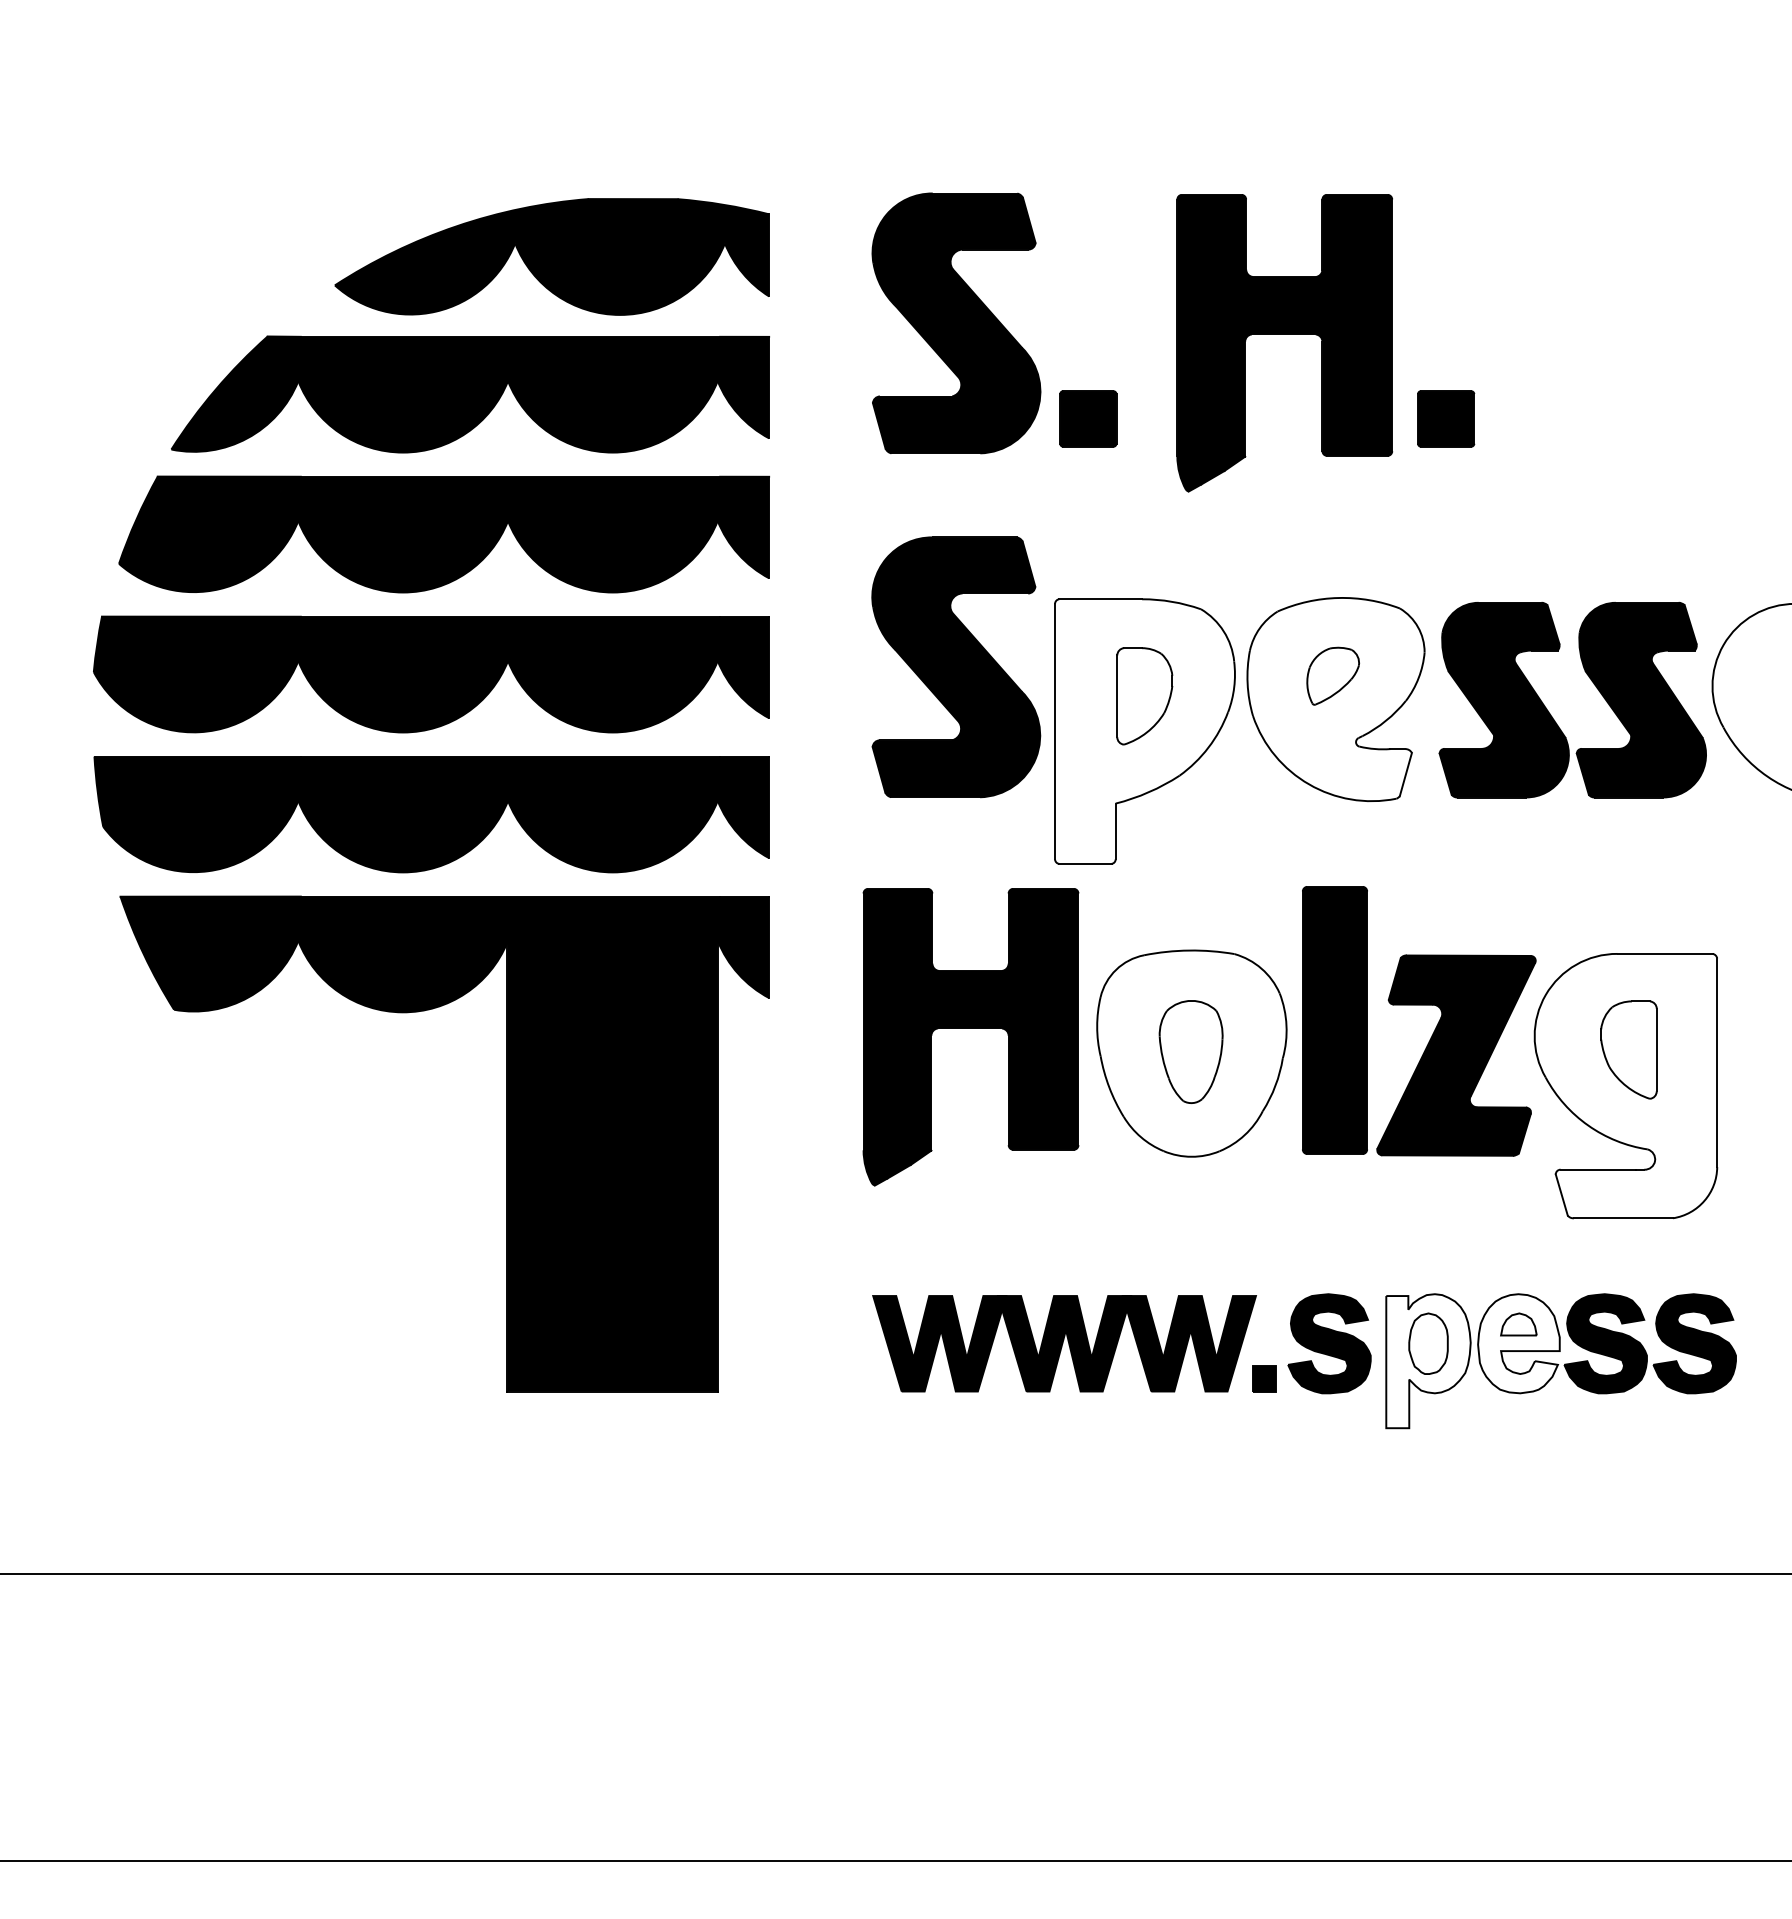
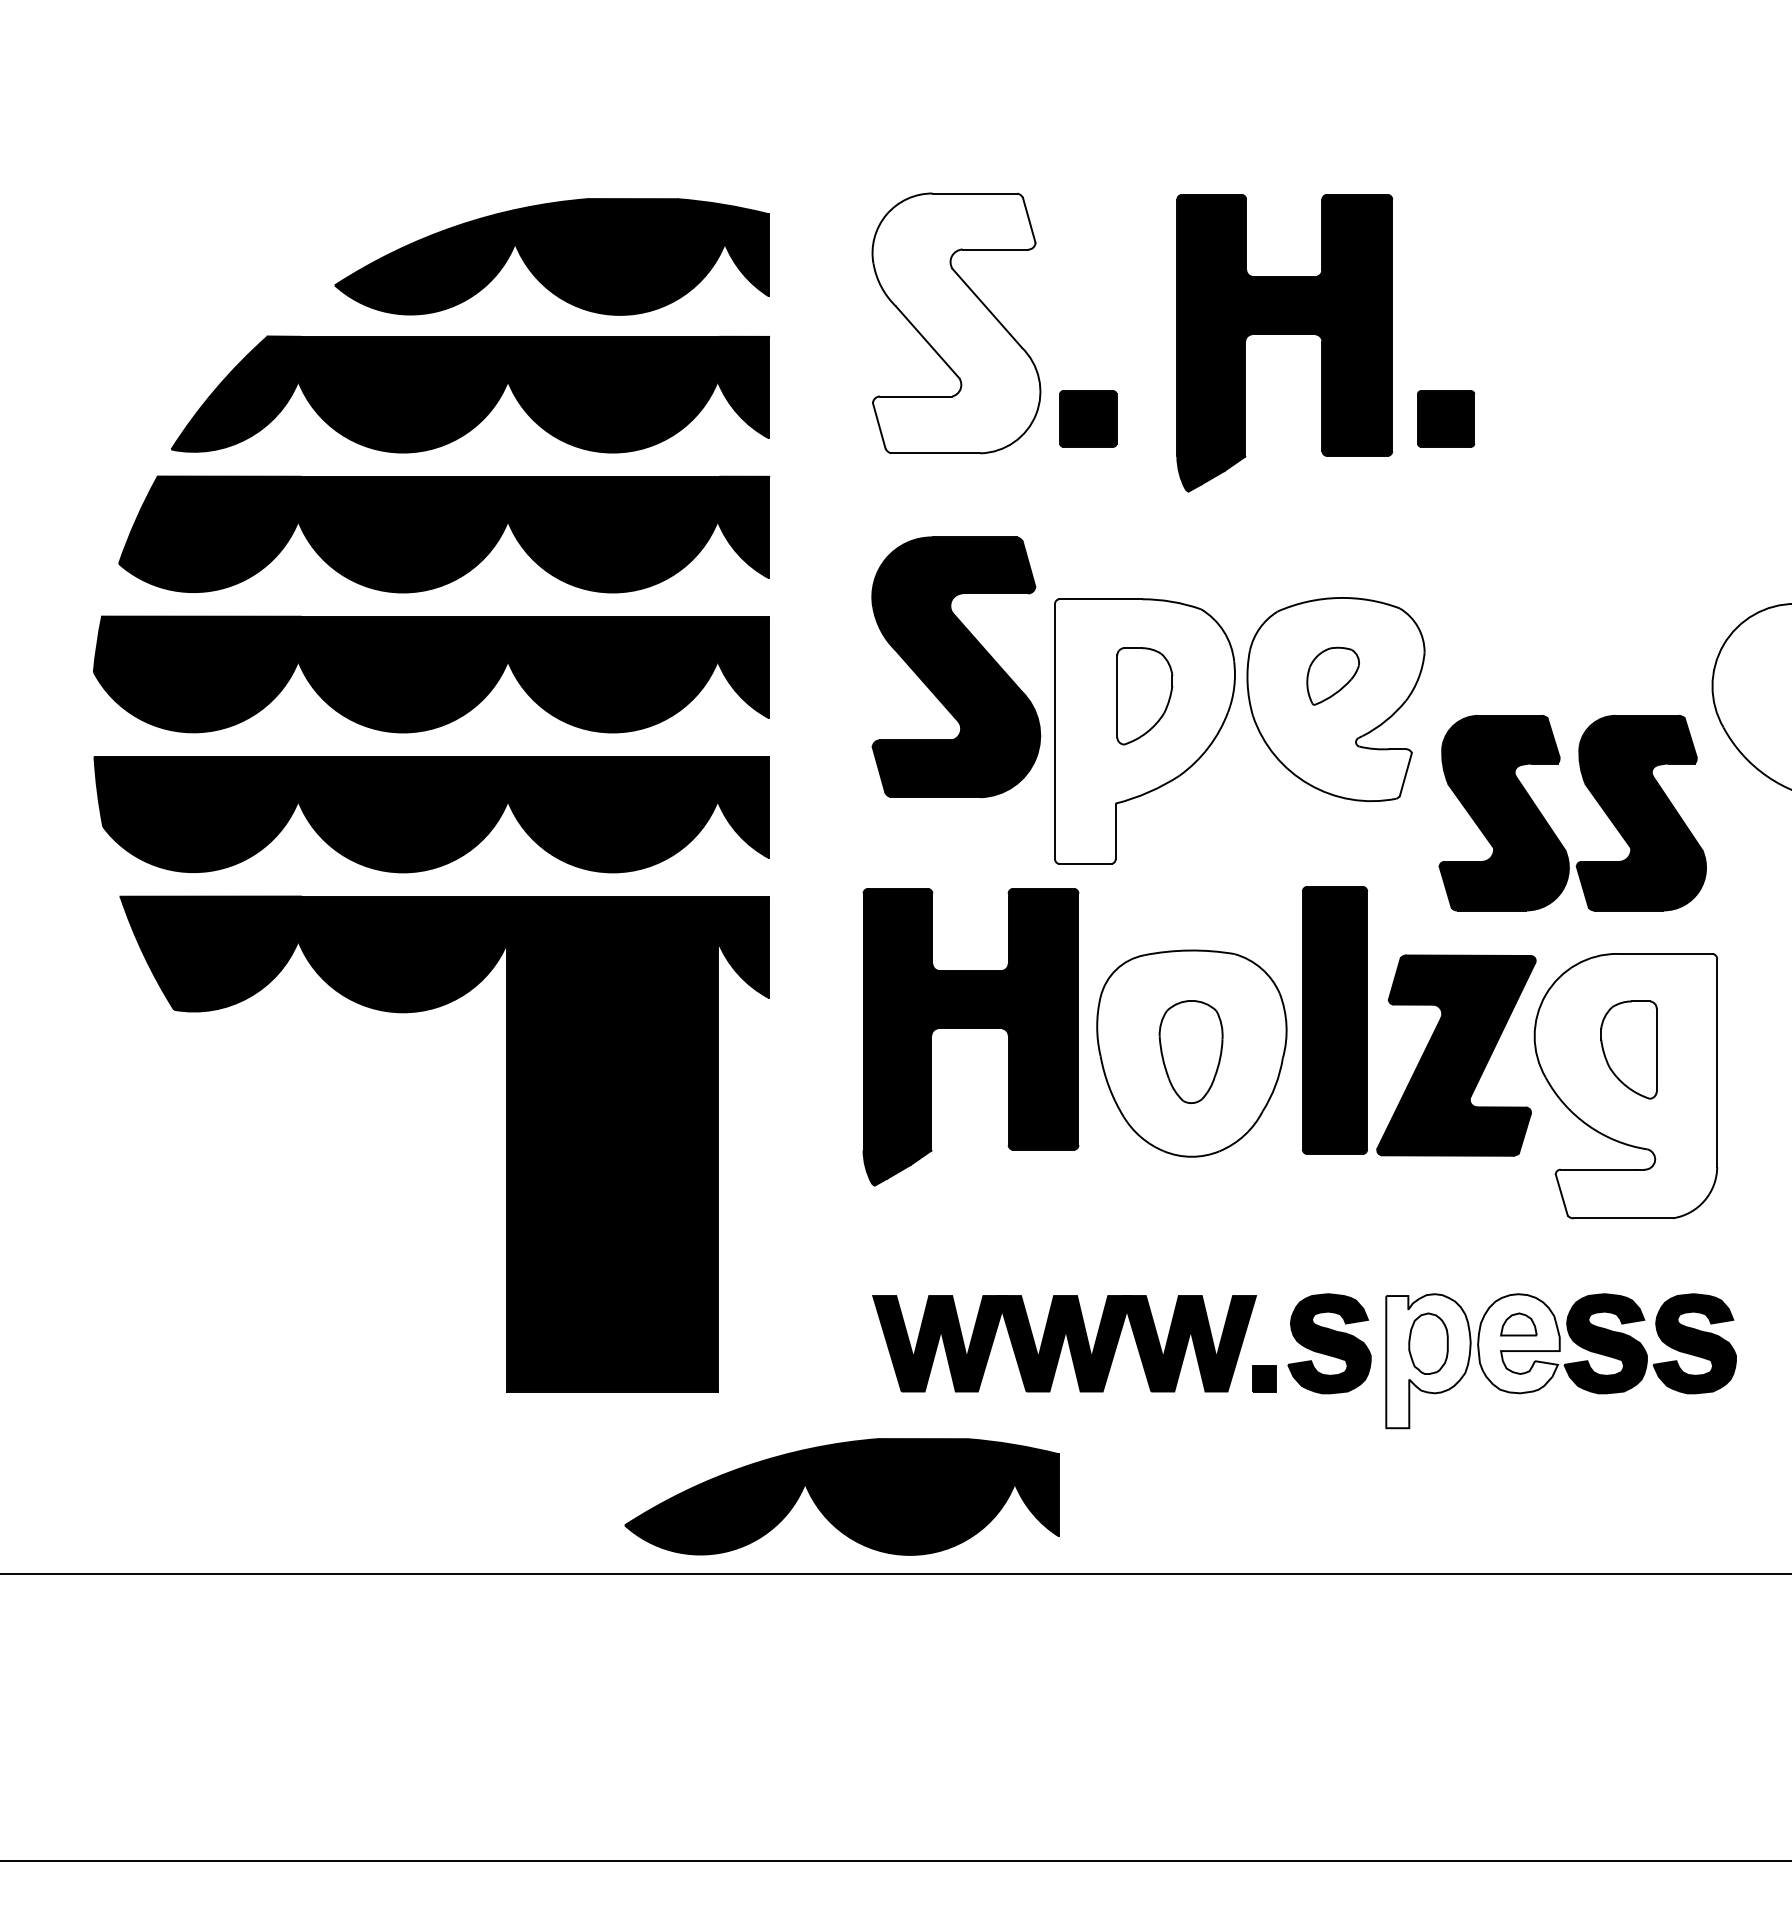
fill at (956, 323): present -> none
part at (1593, 684) position: (1593, 684) -> (1593, 797)
part at (841, 1496): none -> present
